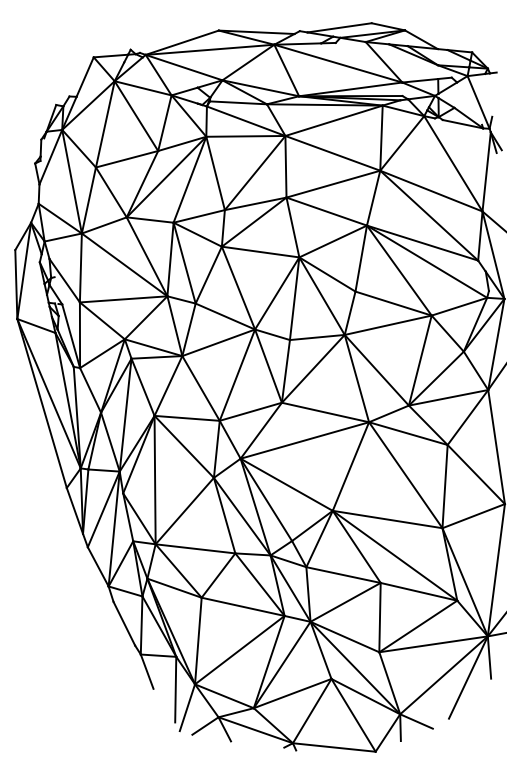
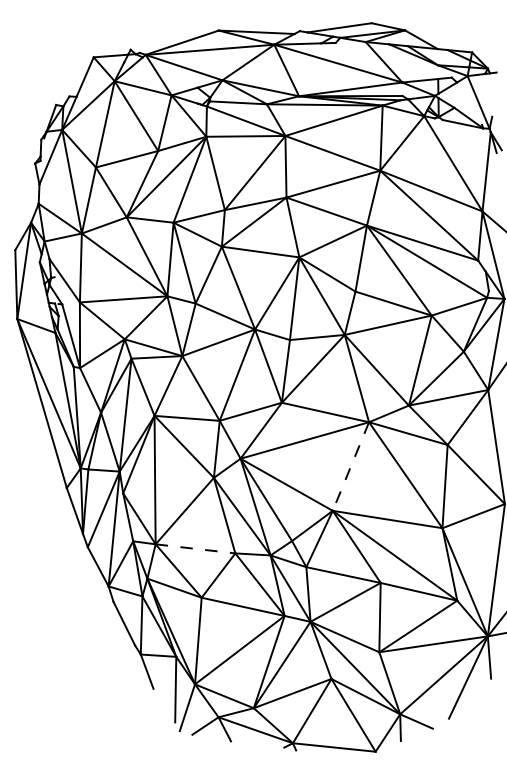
line at (350, 466): solid -> dashed
line at (195, 548): solid -> dashed
